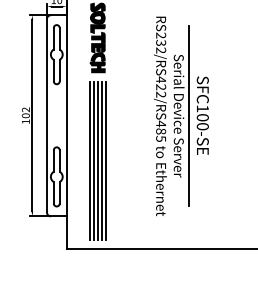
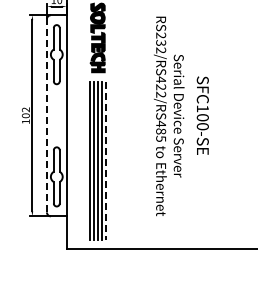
line at (46, 115): solid -> dashed
line at (189, 115): present -> none
line at (106, 160): solid -> dashed
